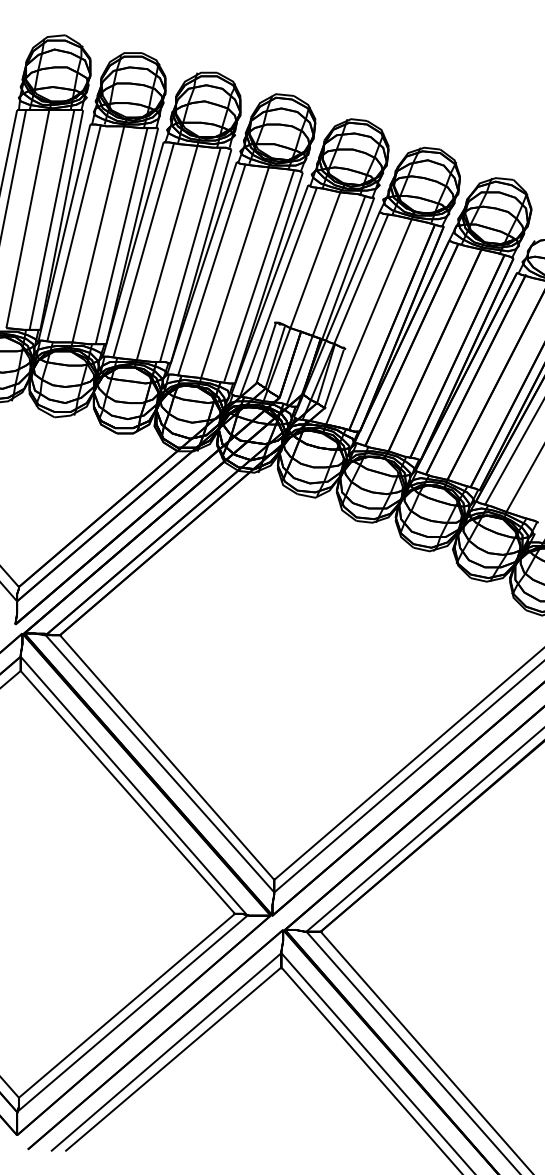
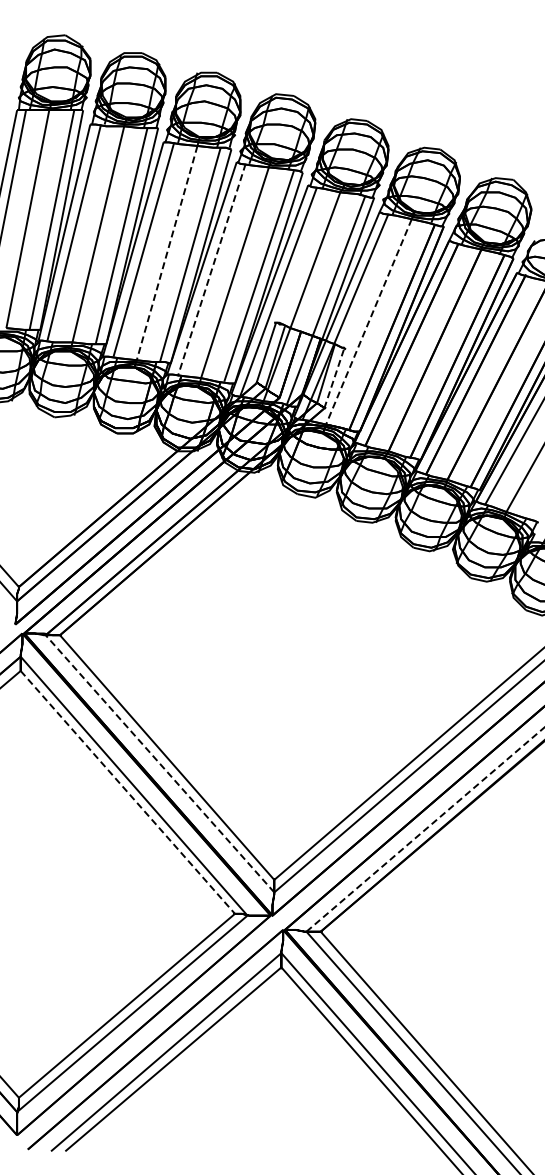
line at (167, 253): solid -> dashed
line at (211, 270): solid -> dashed
line at (368, 322): solid -> dashed
line at (334, 378): solid -> dashed
line at (159, 763): solid -> dashed
line at (127, 792): solid -> dashed
line at (425, 829): solid -> dashed
